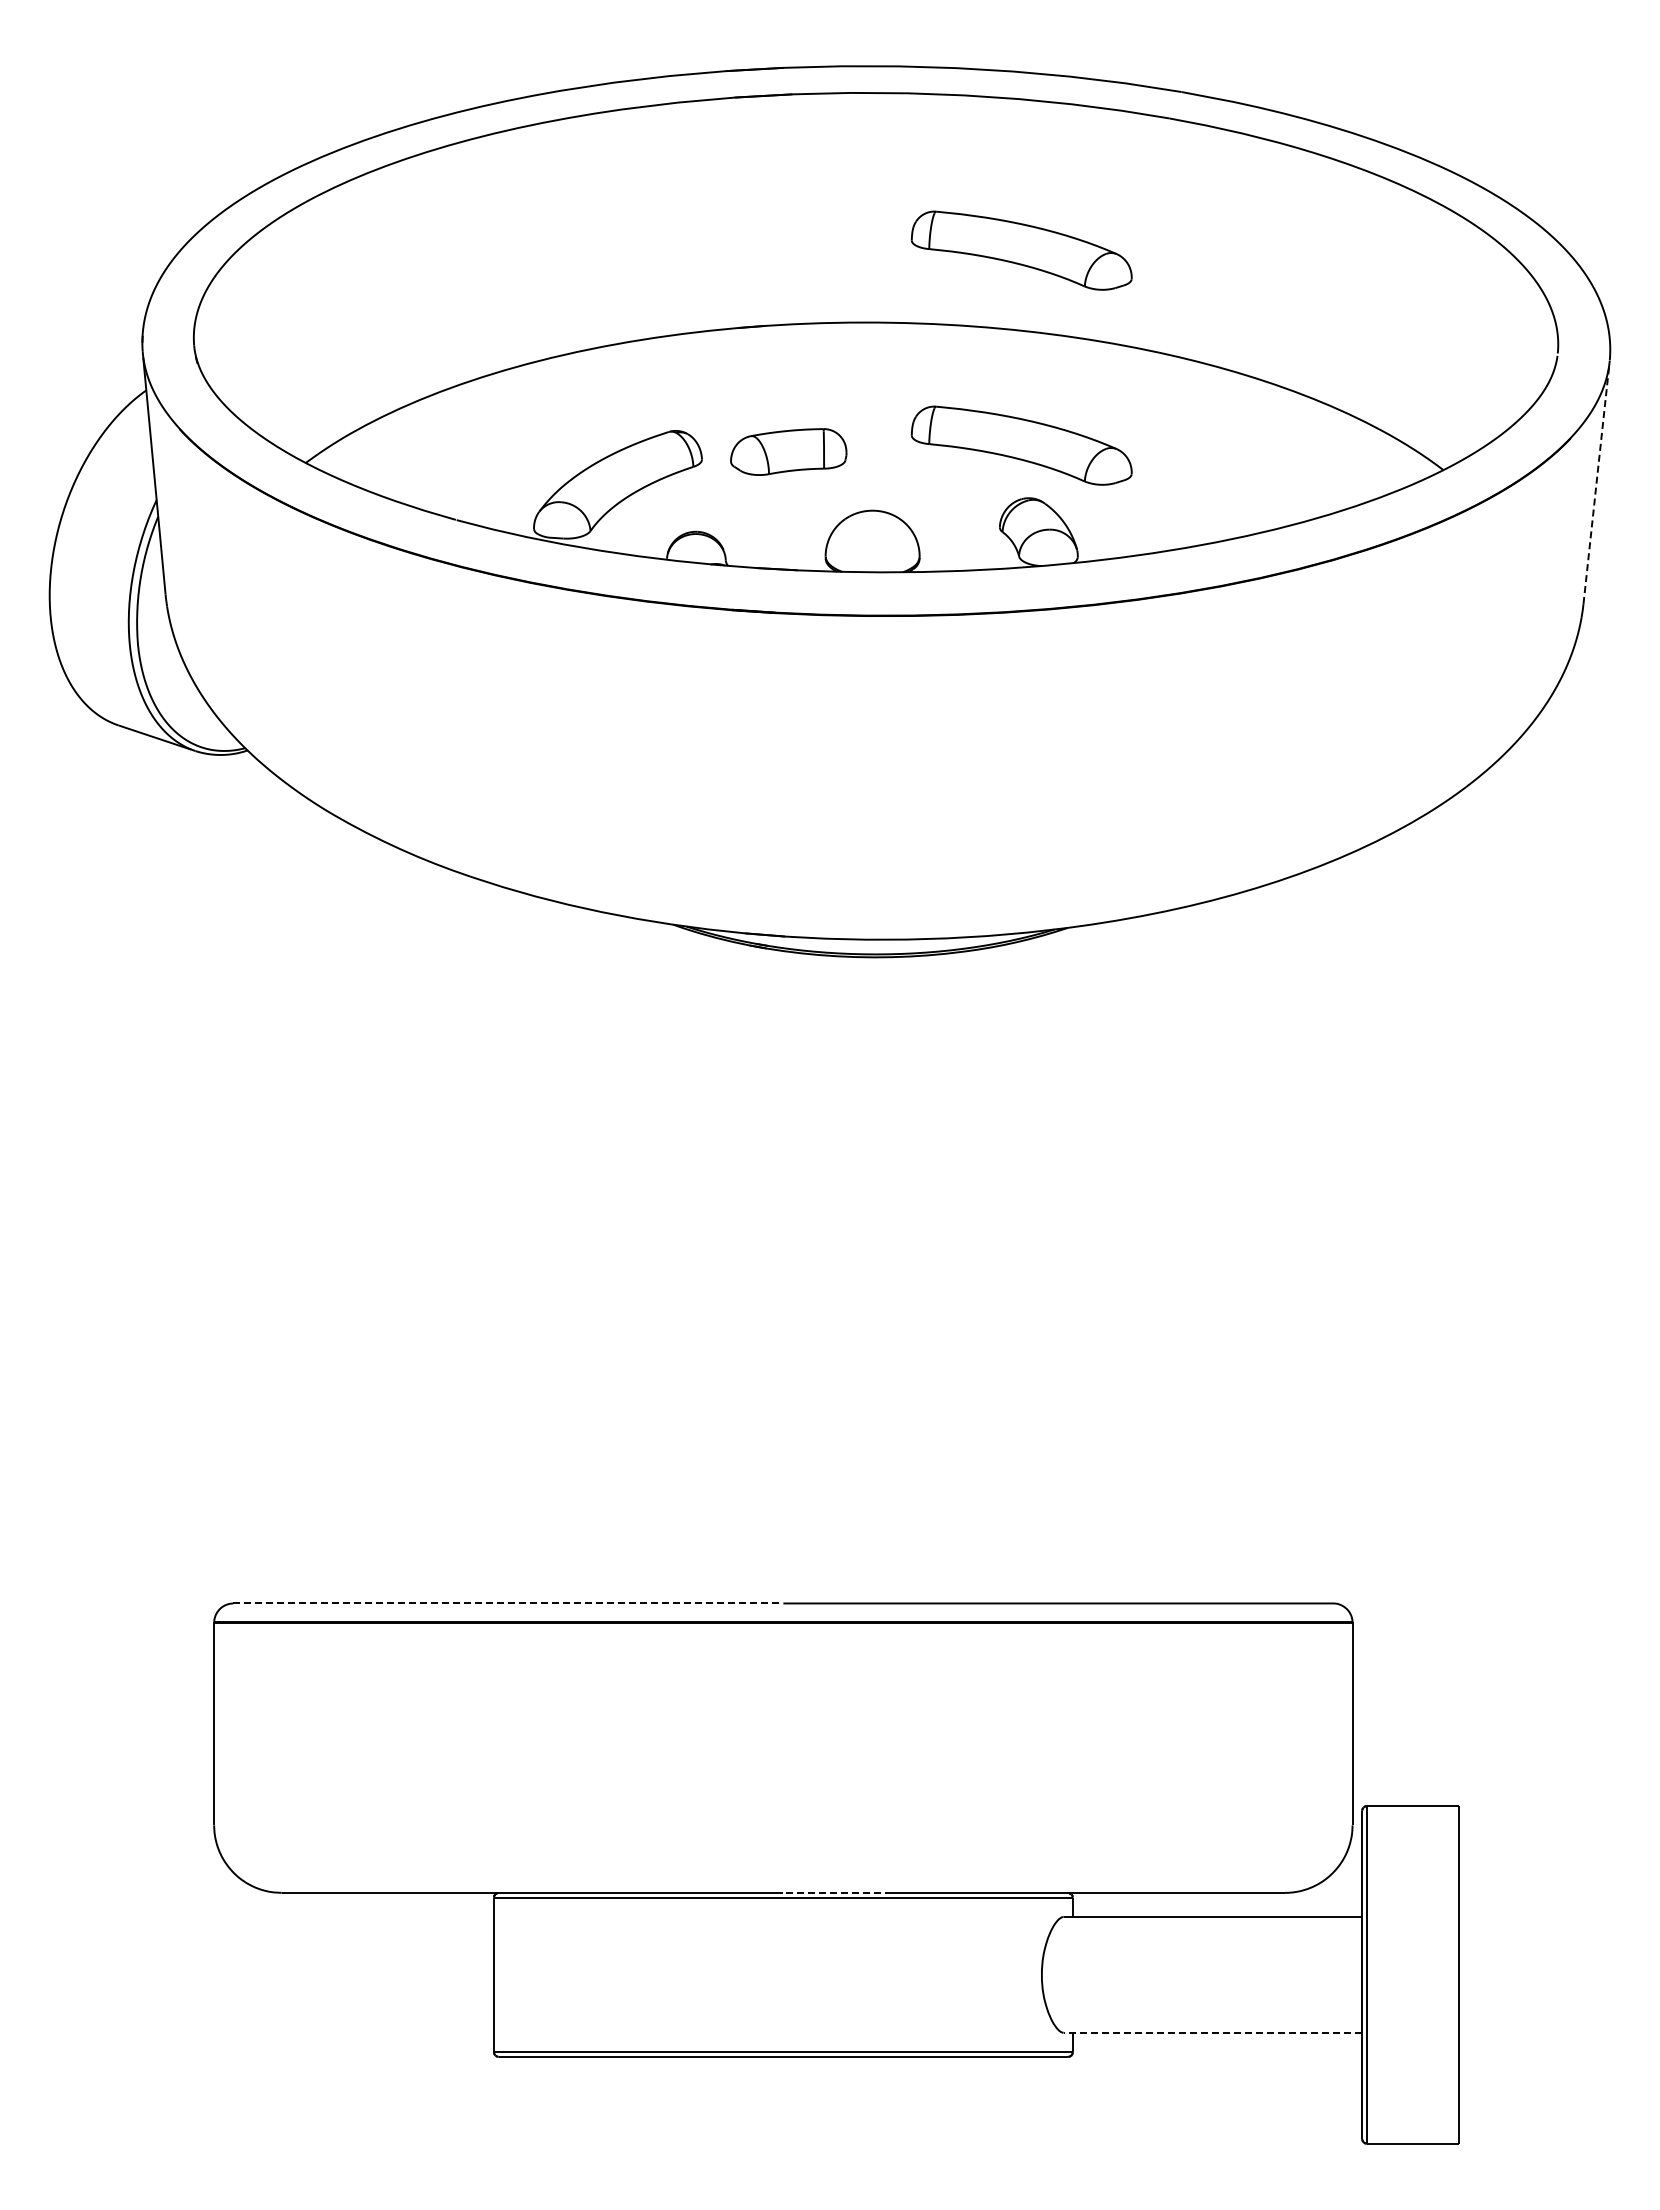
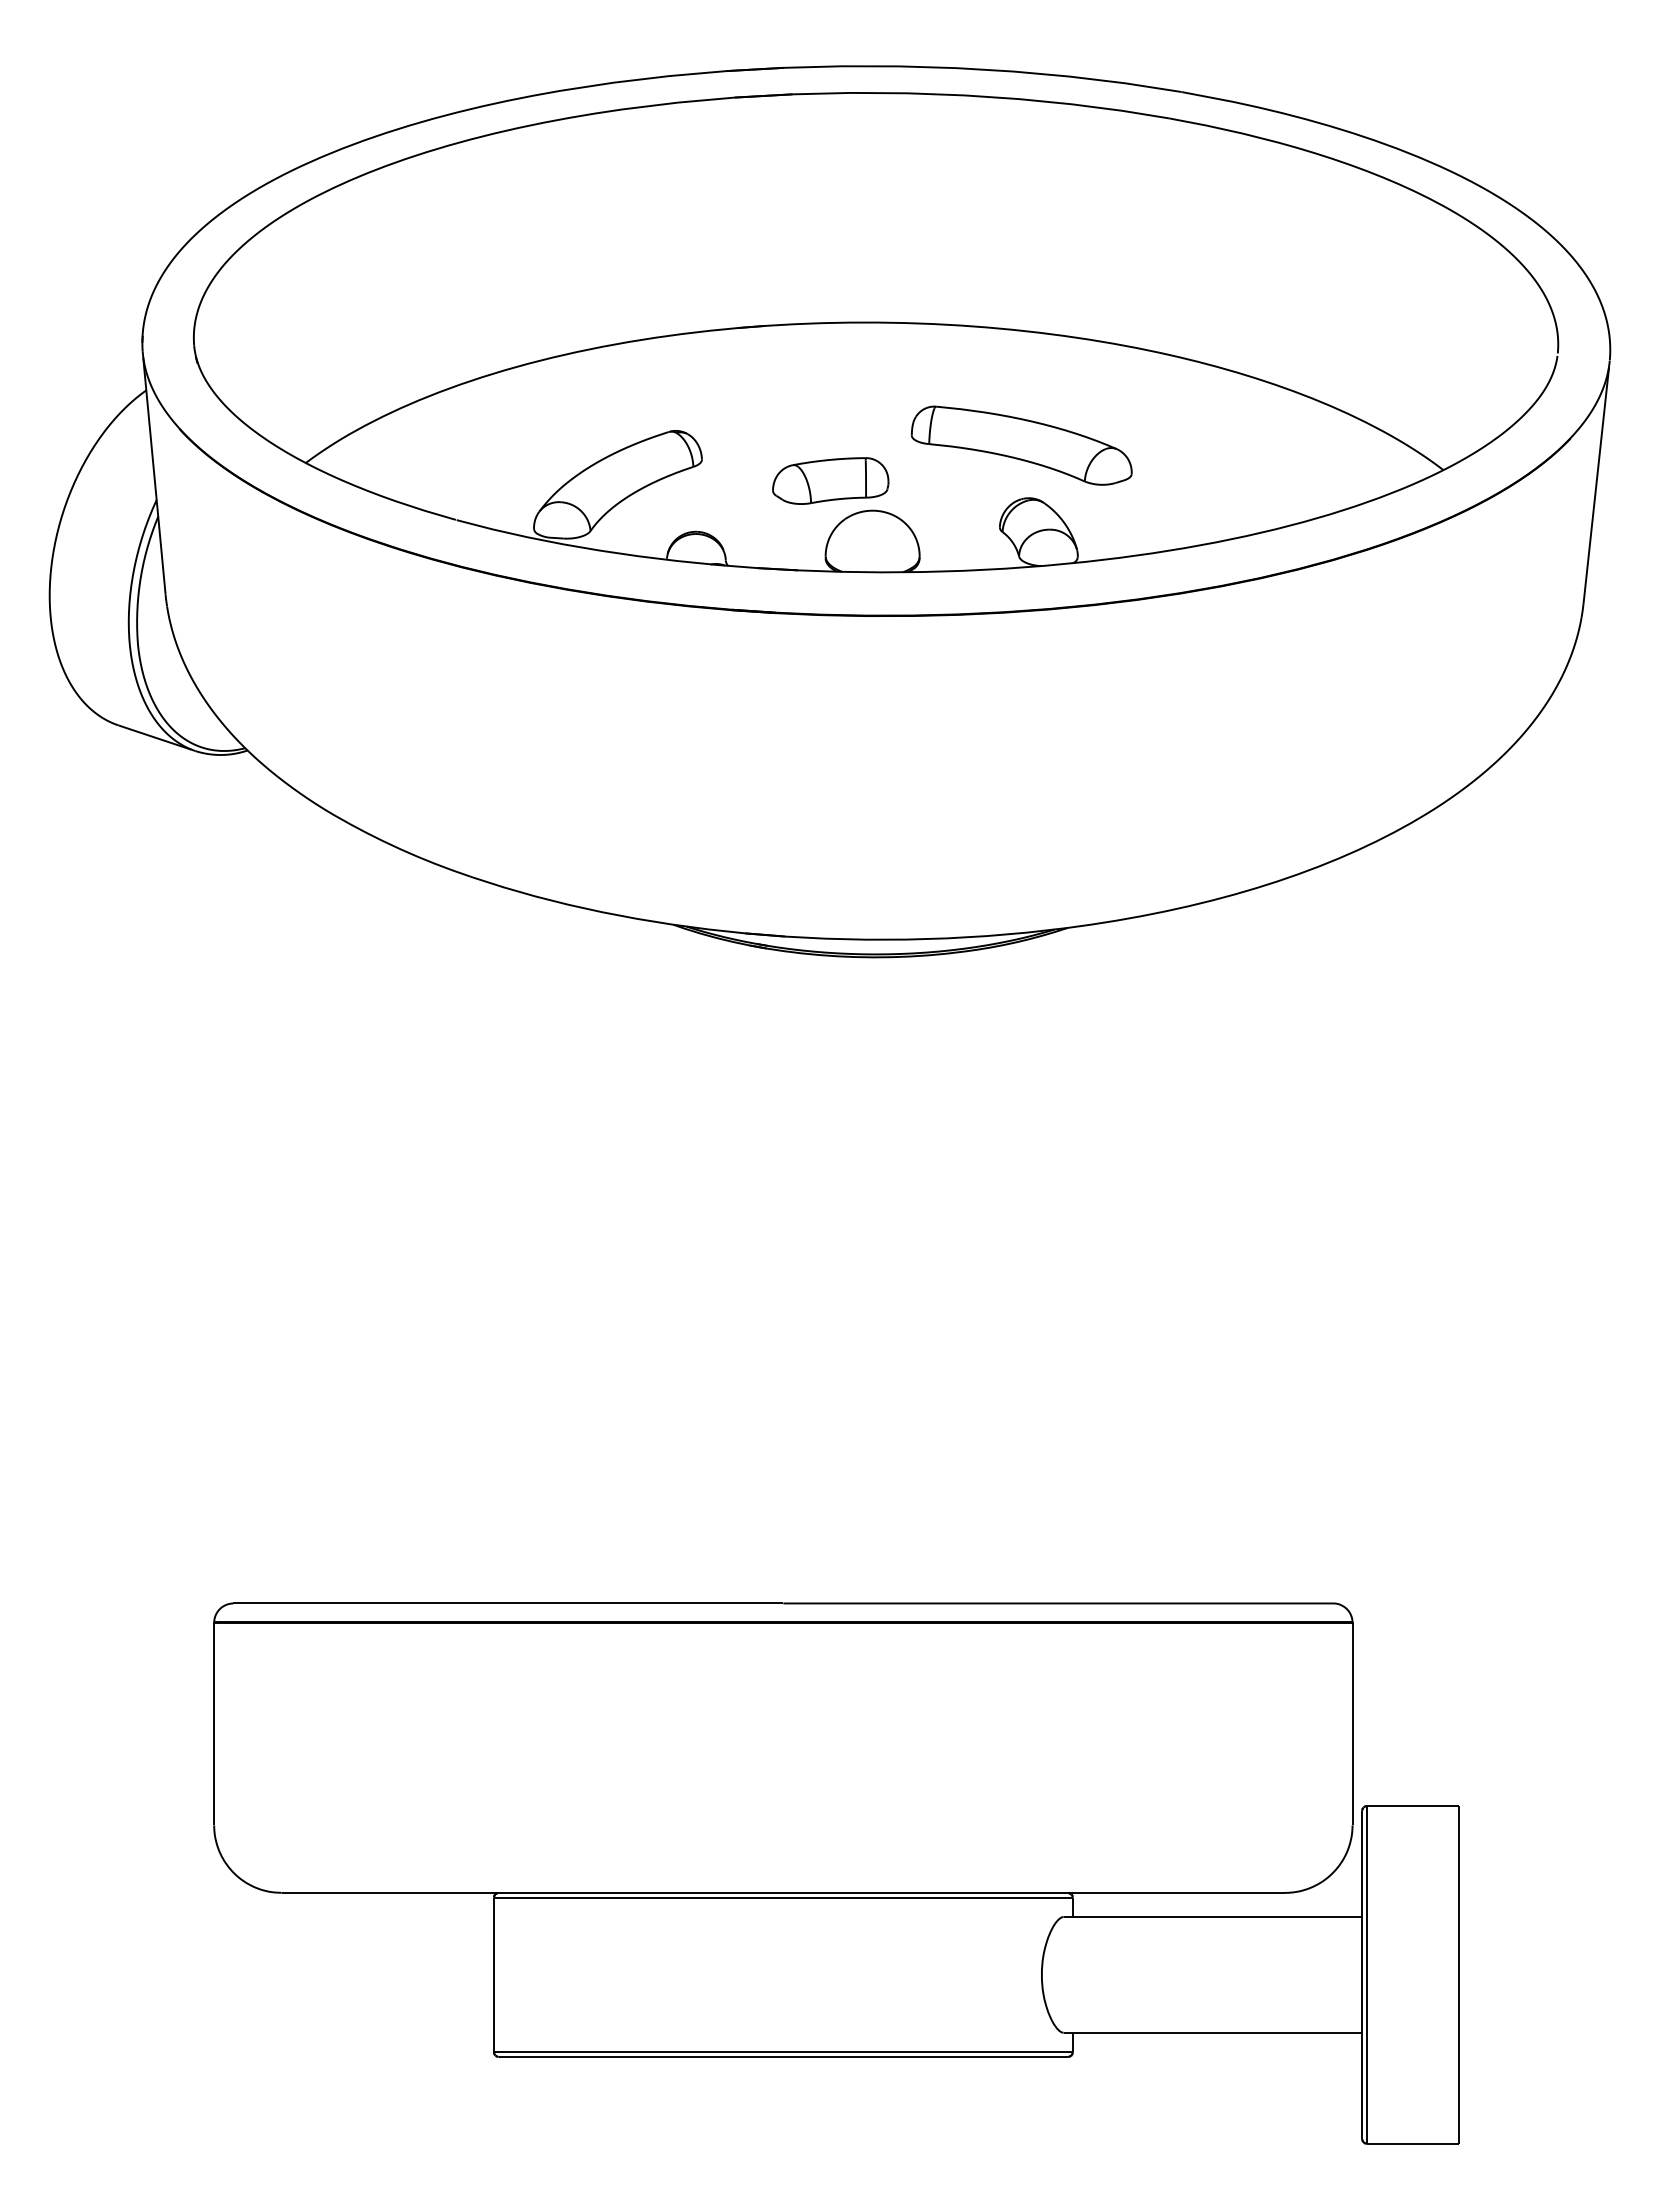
part at (1021, 250): present -> none
part at (788, 451) position: (788, 451) -> (830, 480)
line at (1596, 486): dashed -> solid
line at (508, 1603): dashed -> solid
line at (837, 1892): dashed -> solid
line at (1212, 2032): dashed -> solid
